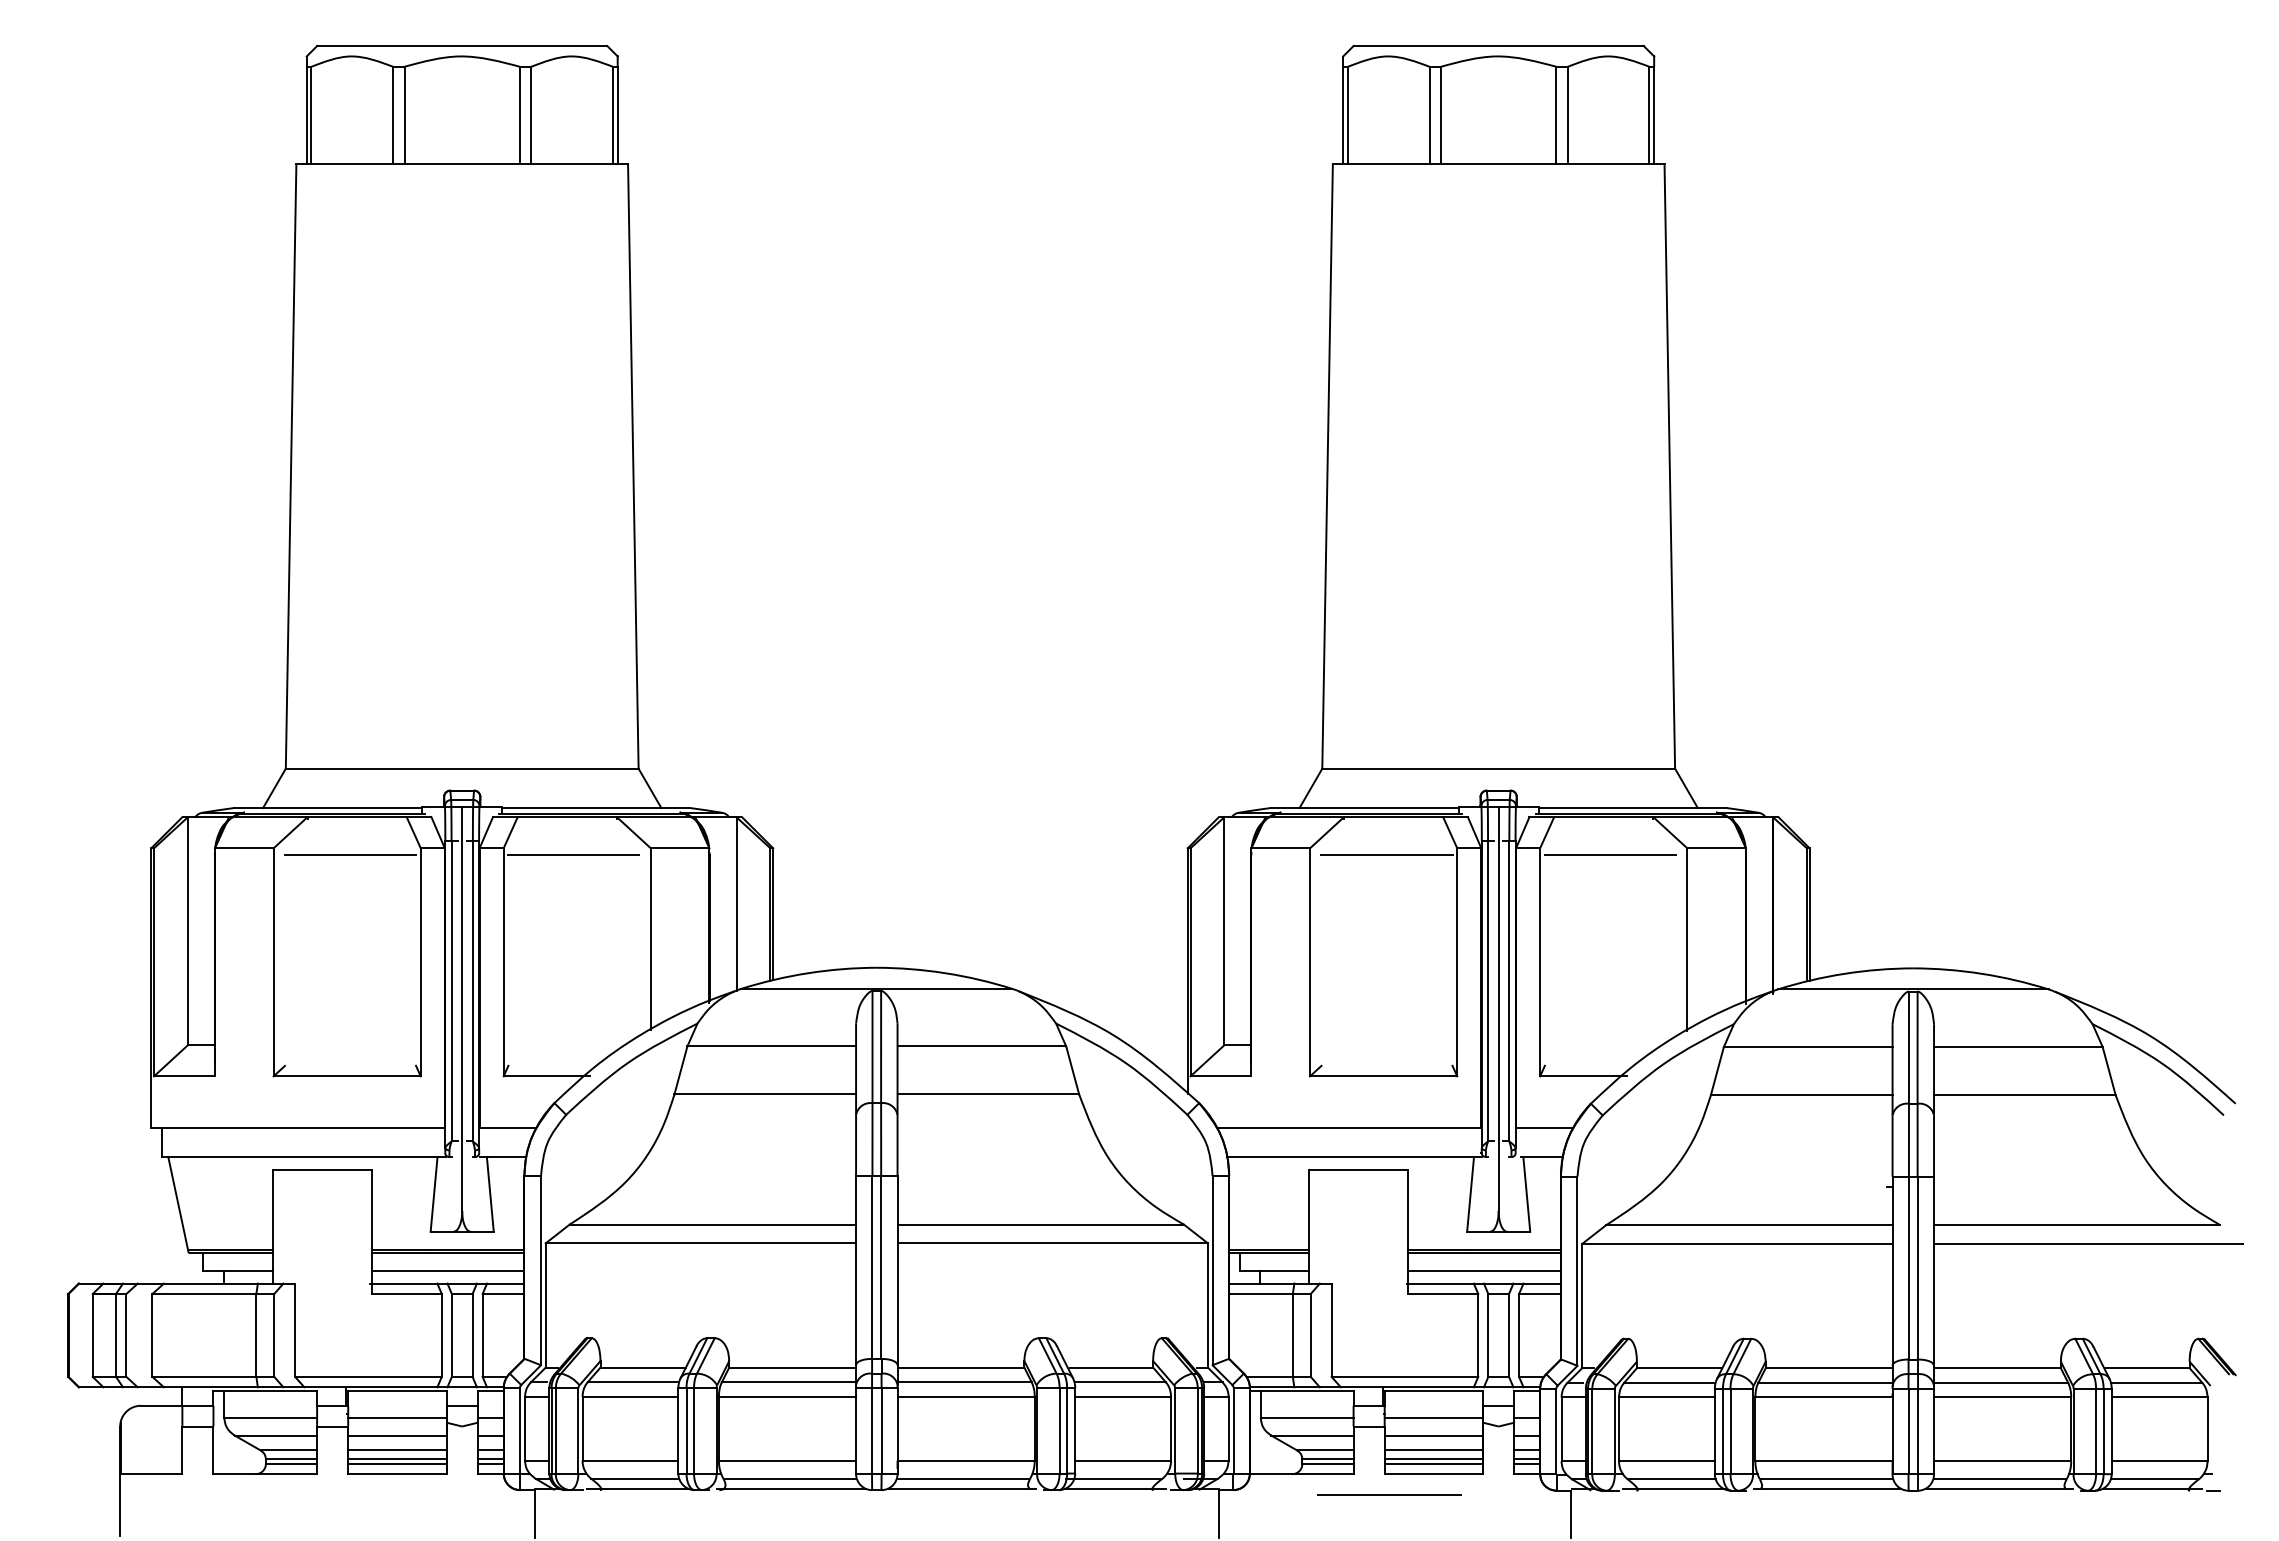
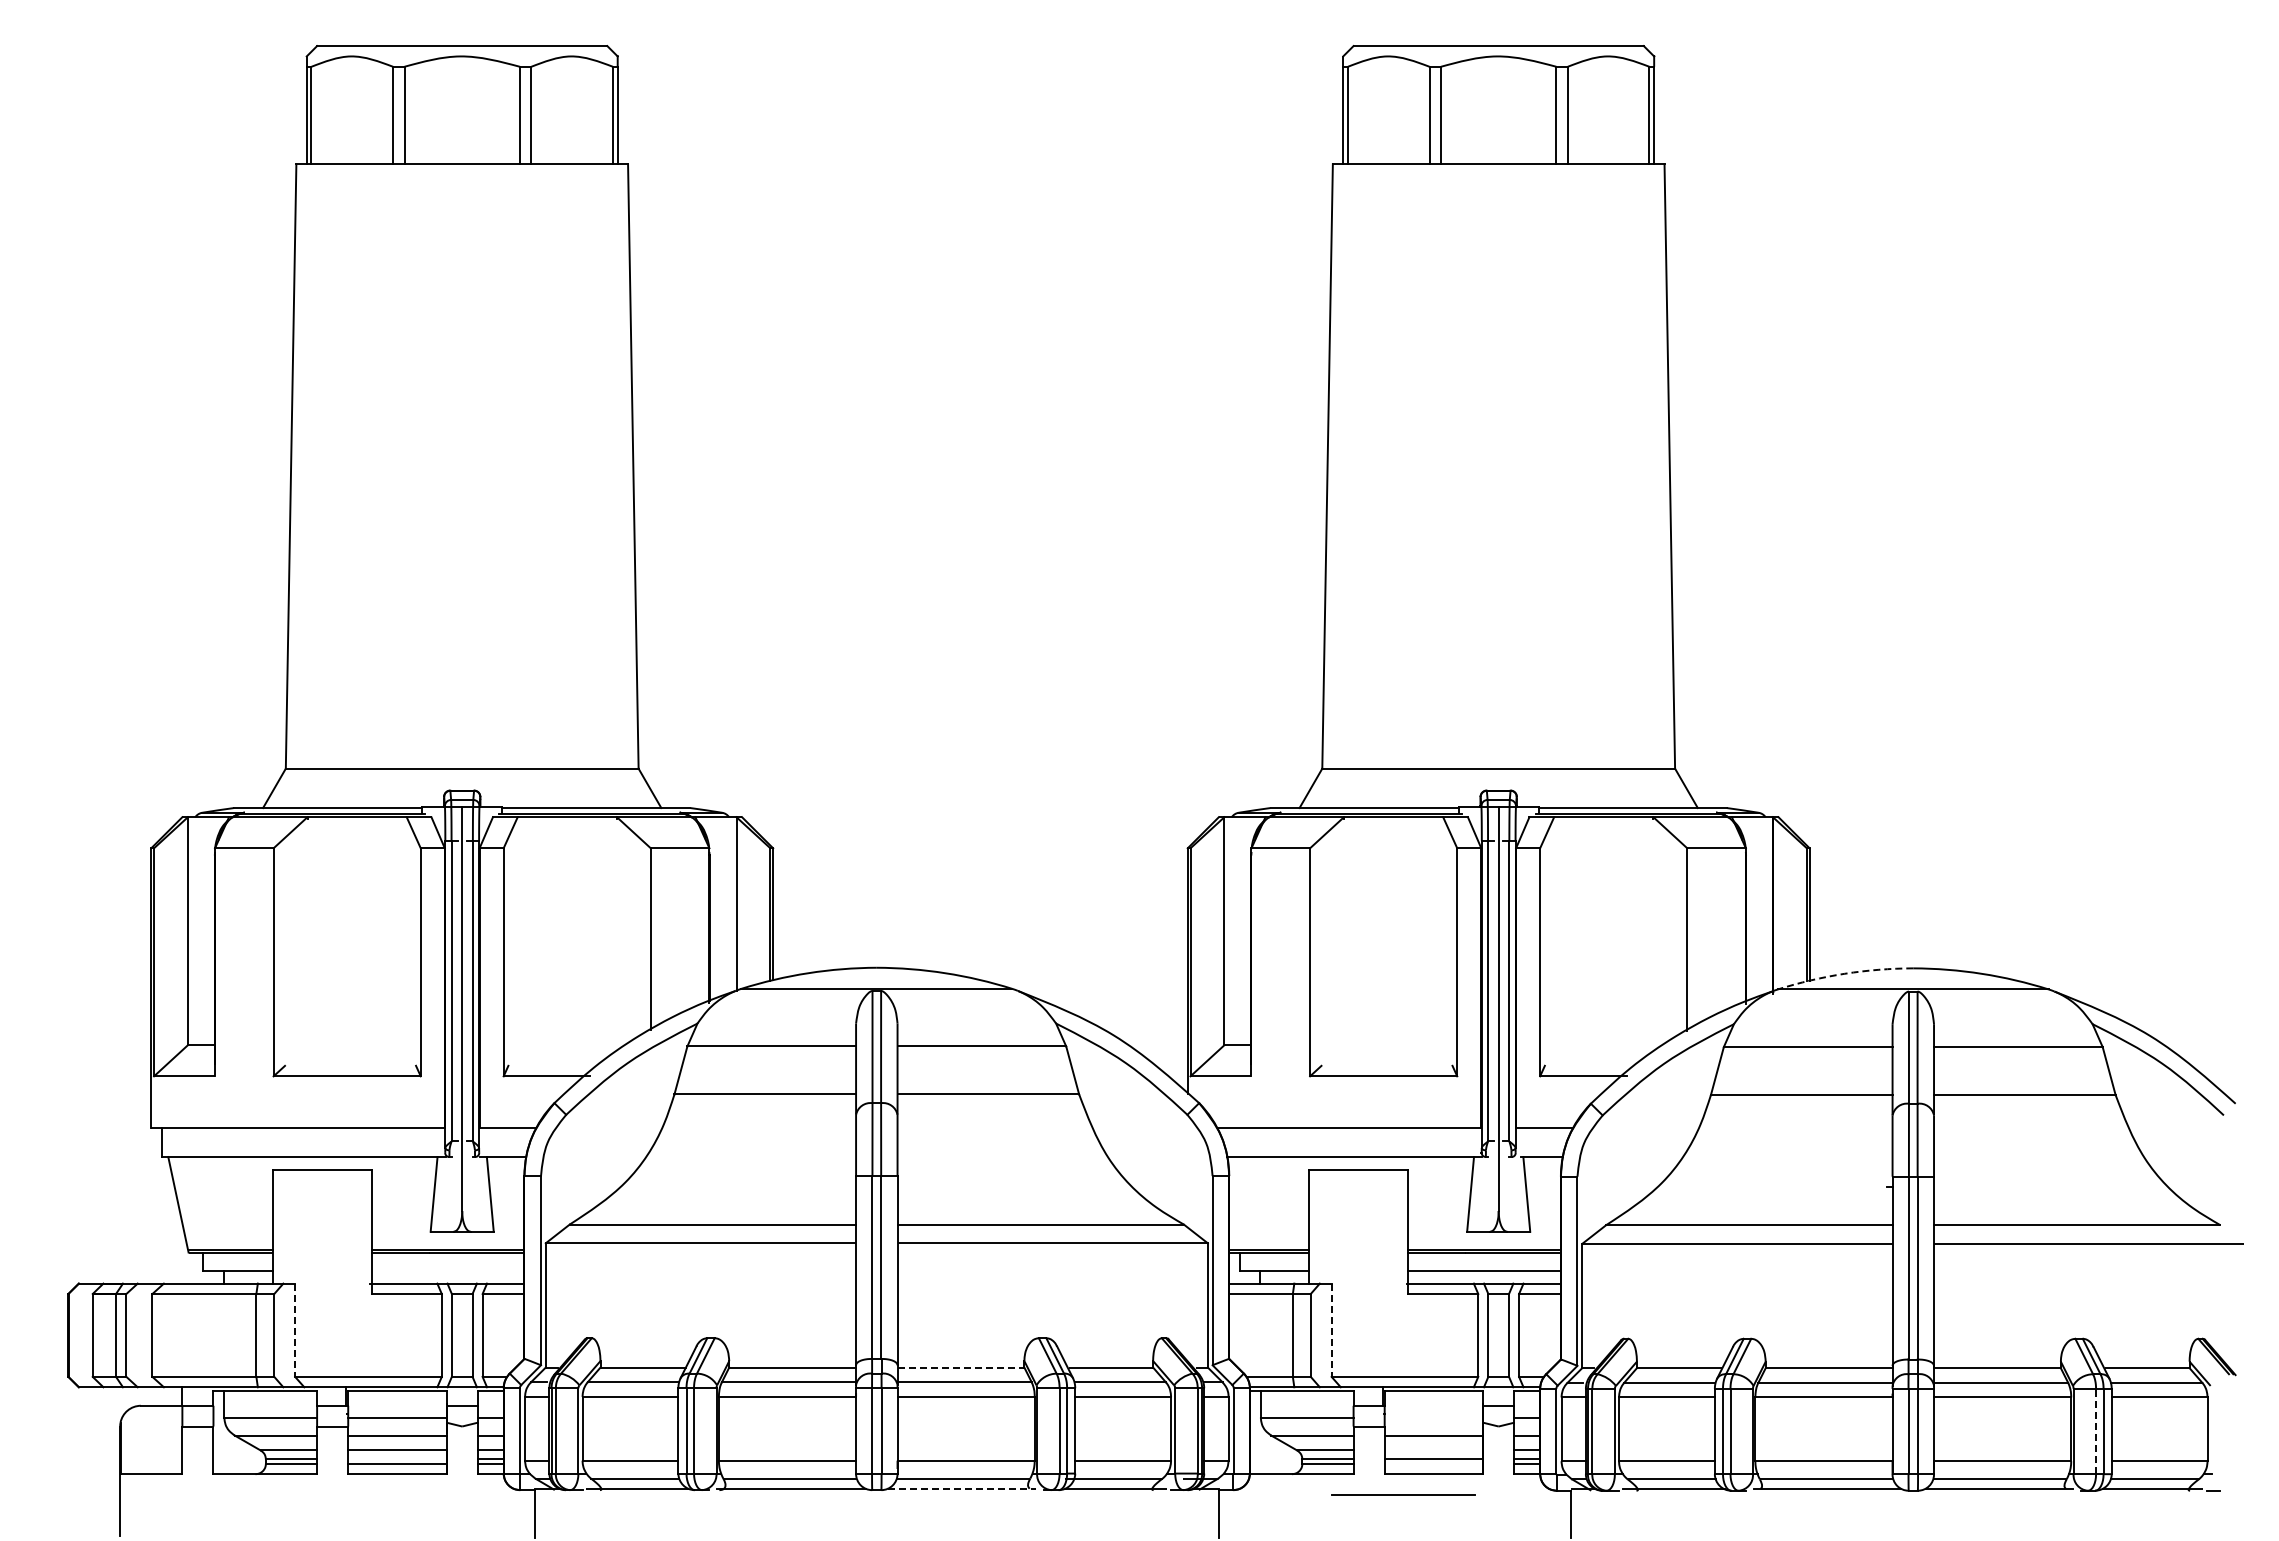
line at (350, 854): present -> none
line at (573, 854): present -> none
line at (1386, 854): present -> none
line at (1609, 854): present -> none
arc at (1844, 973): solid -> dashed
line at (447, 1271): present -> none
line at (295, 1330): solid -> dashed
line at (1331, 1330): solid -> dashed
line at (961, 1367): solid -> dashed
line at (1433, 1417): present -> none
line at (2096, 1431): solid -> dashed
line at (1433, 1450): present -> none
line at (397, 1459): present -> none
line at (1433, 1463): present -> none
line at (962, 1488): solid -> dashed
line at (1389, 1494) position: (1389, 1494) -> (1403, 1494)
